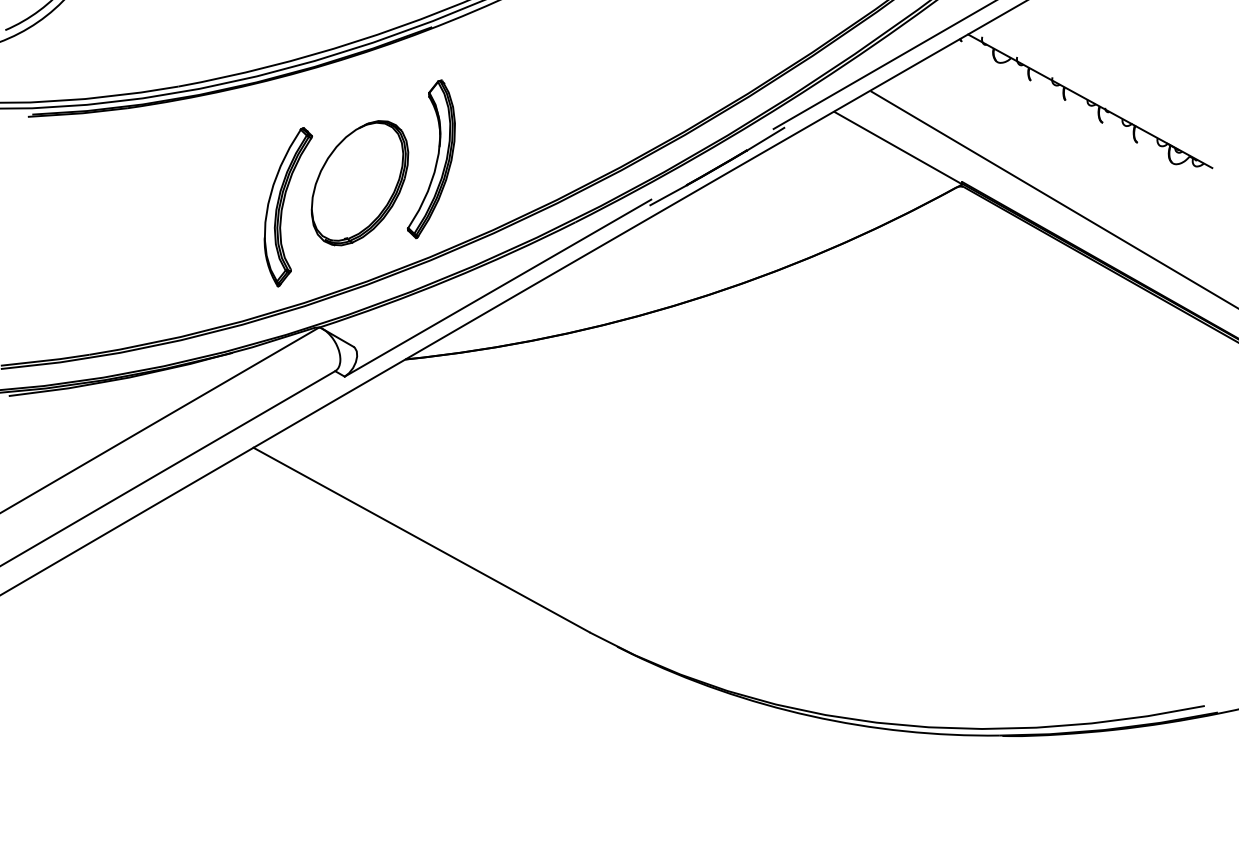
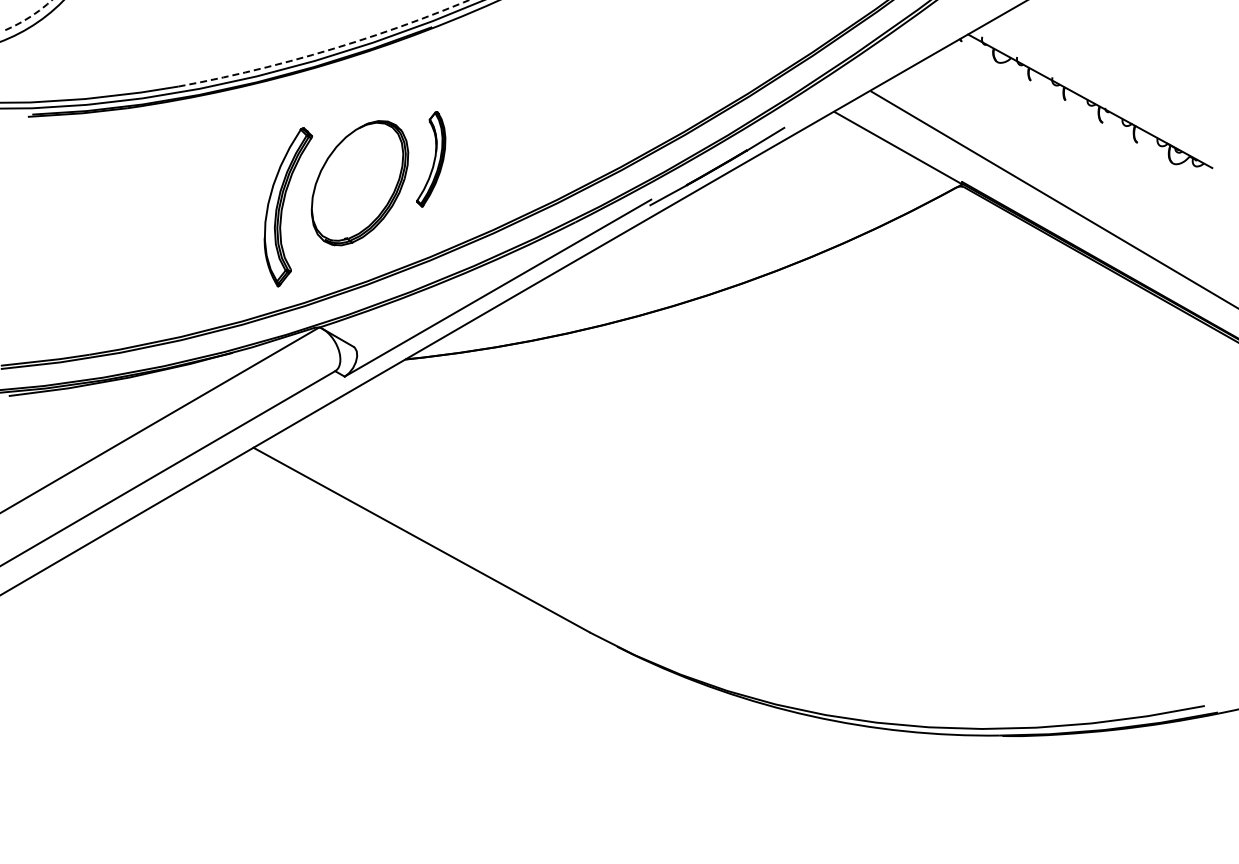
arc at (30, 16): solid -> dashed
arc at (326, 50): solid -> dashed
line at (883, 65): present -> none
part at (430, 159) size: 50x161 px -> 31x97 px
